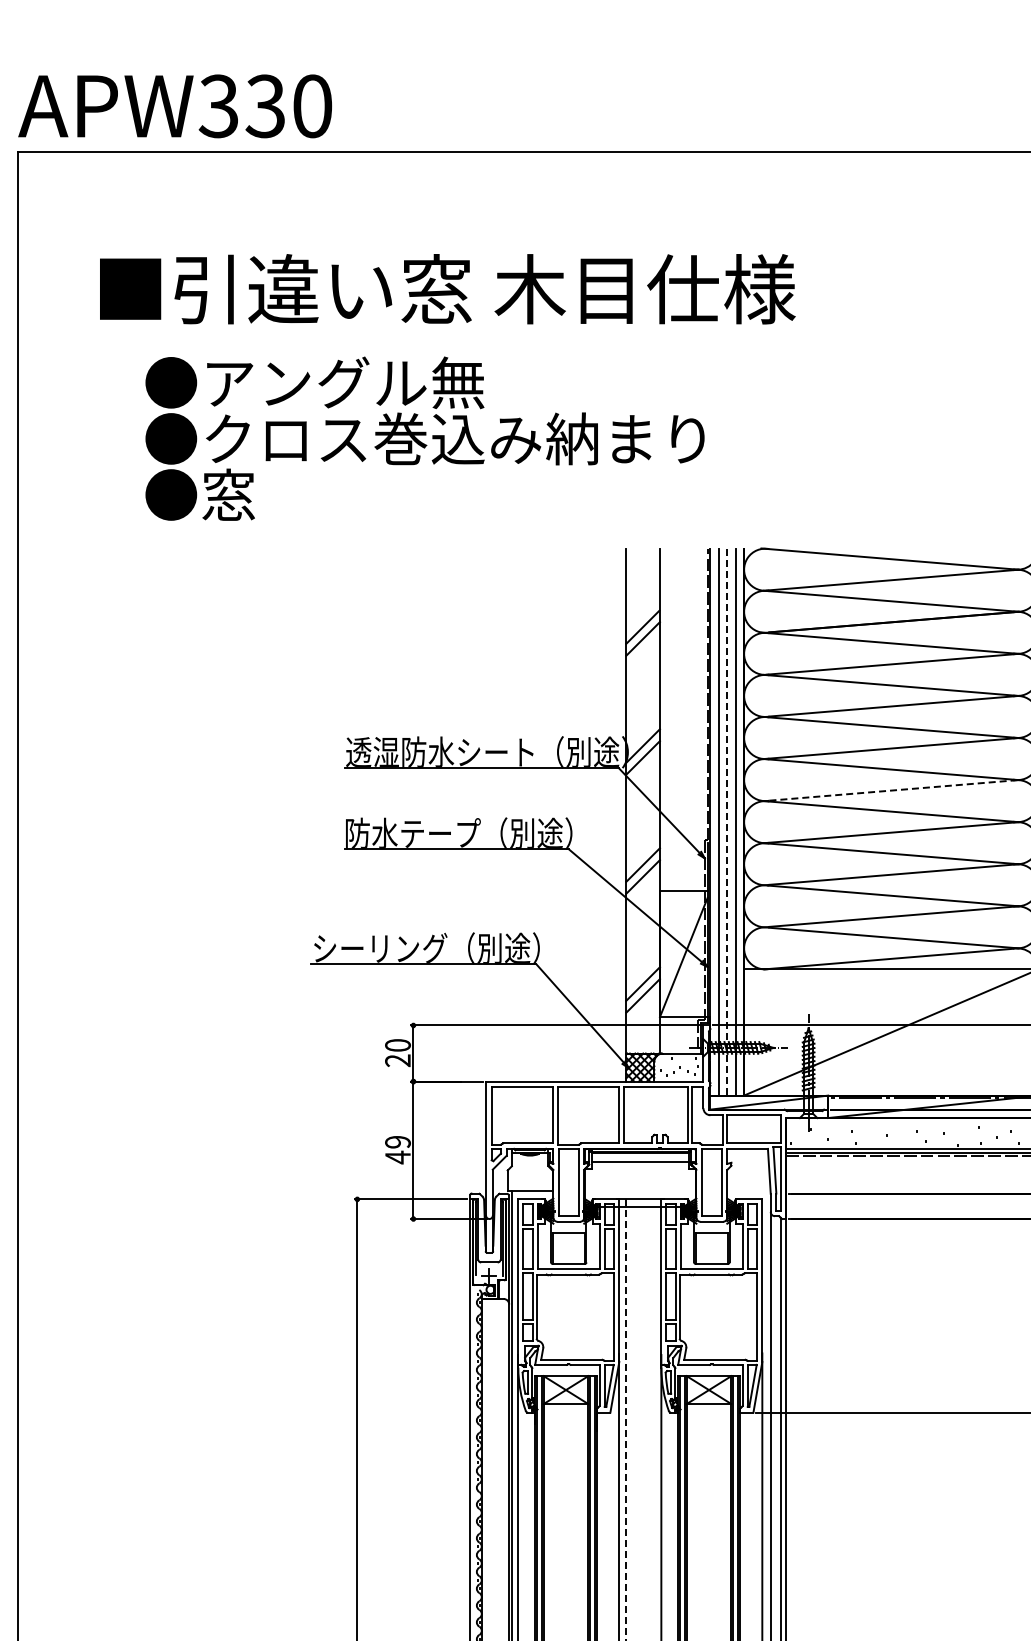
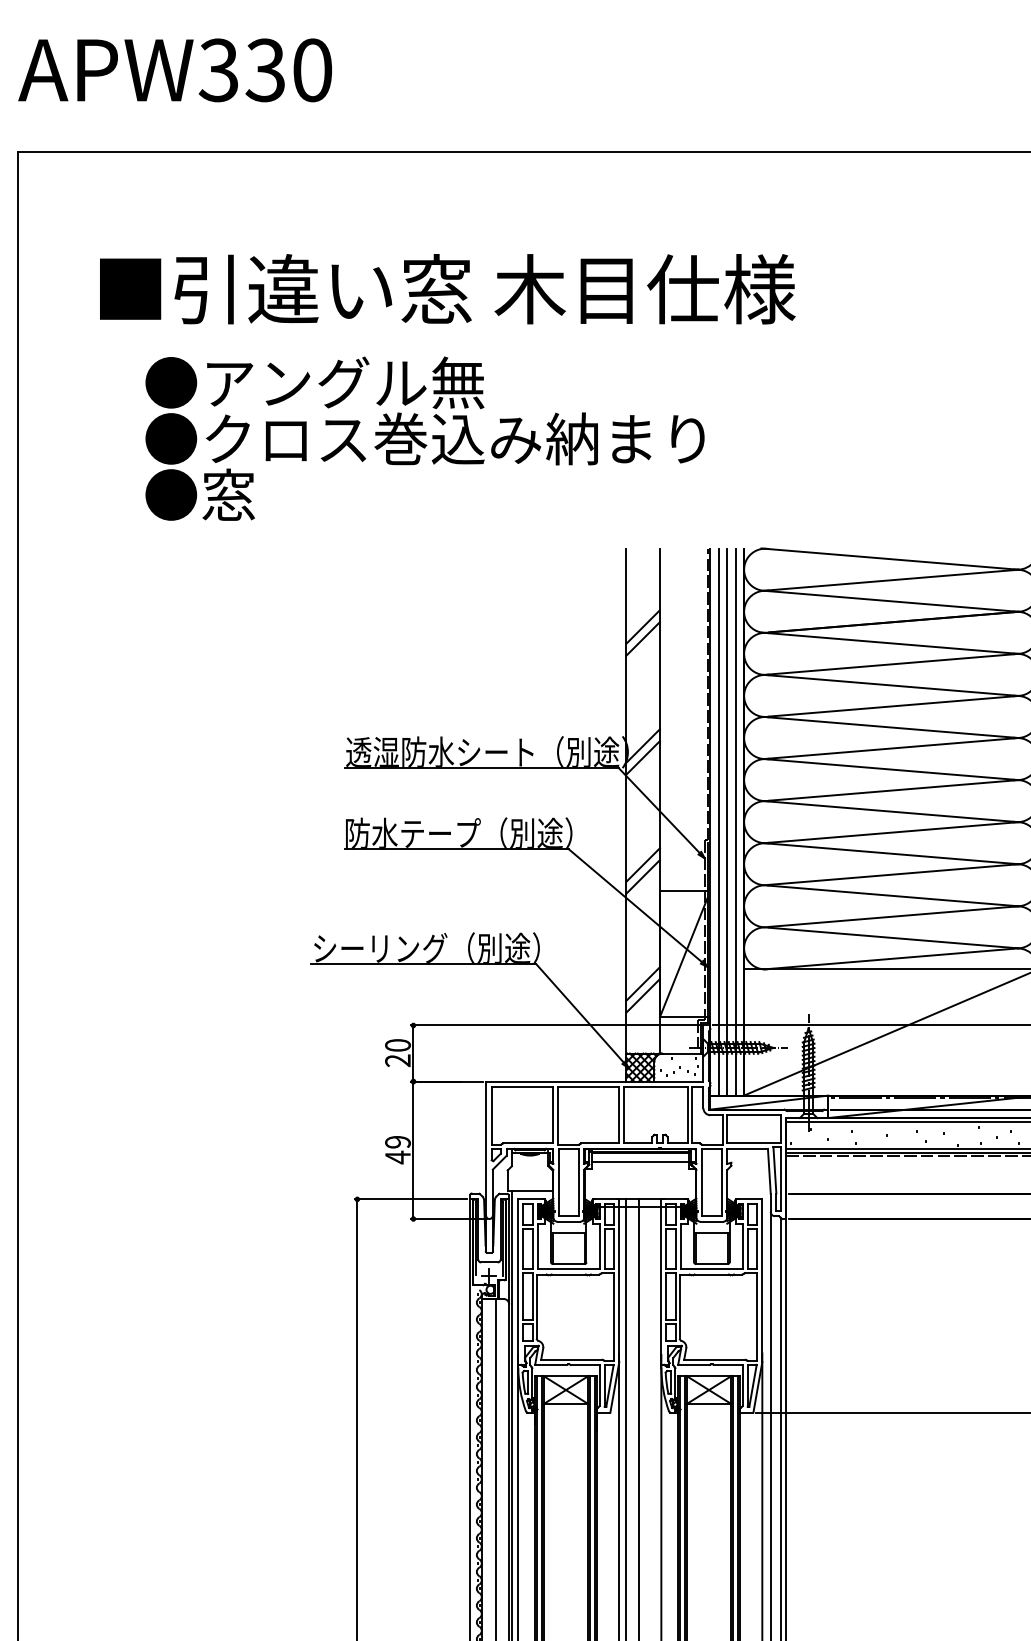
text at (174, 106) position: (174, 106) -> (174, 70)
line at (894, 790): dashed -> solid
line at (727, 822): dashed -> solid
line at (906, 1122): none -> present
line at (638, 1418): none -> present
line at (626, 1420): dashed -> solid
line at (495, 1467): none -> present
